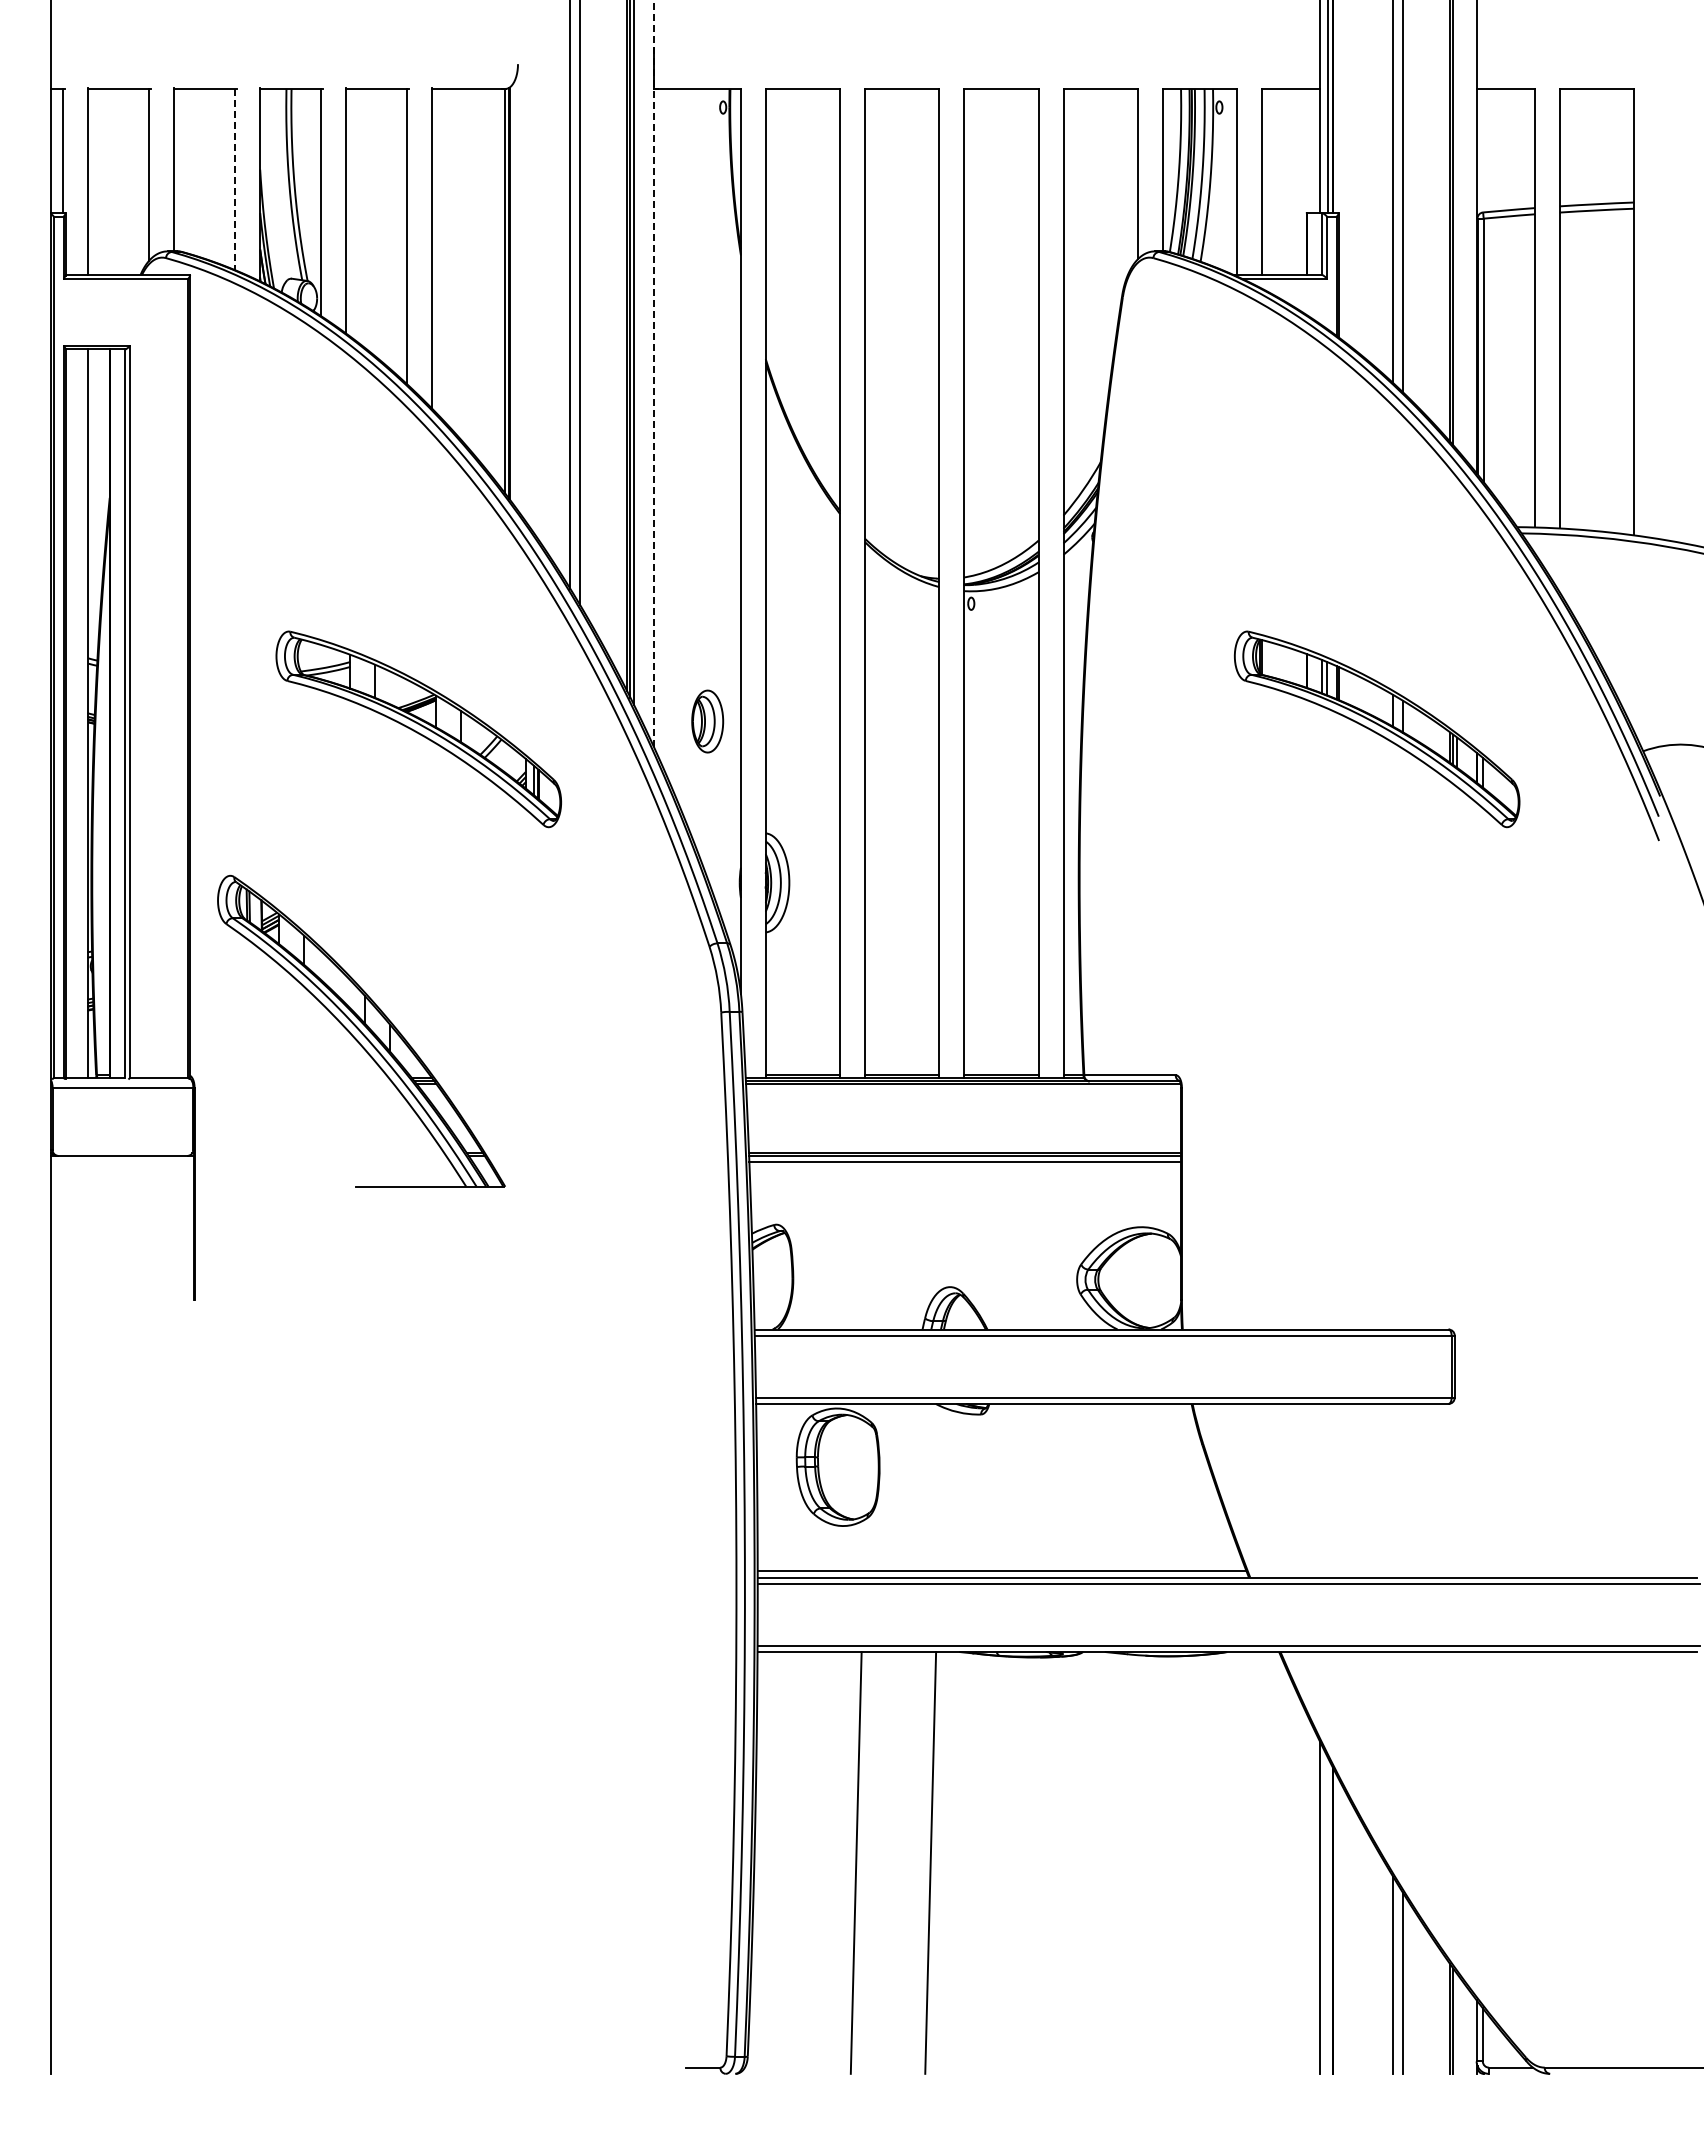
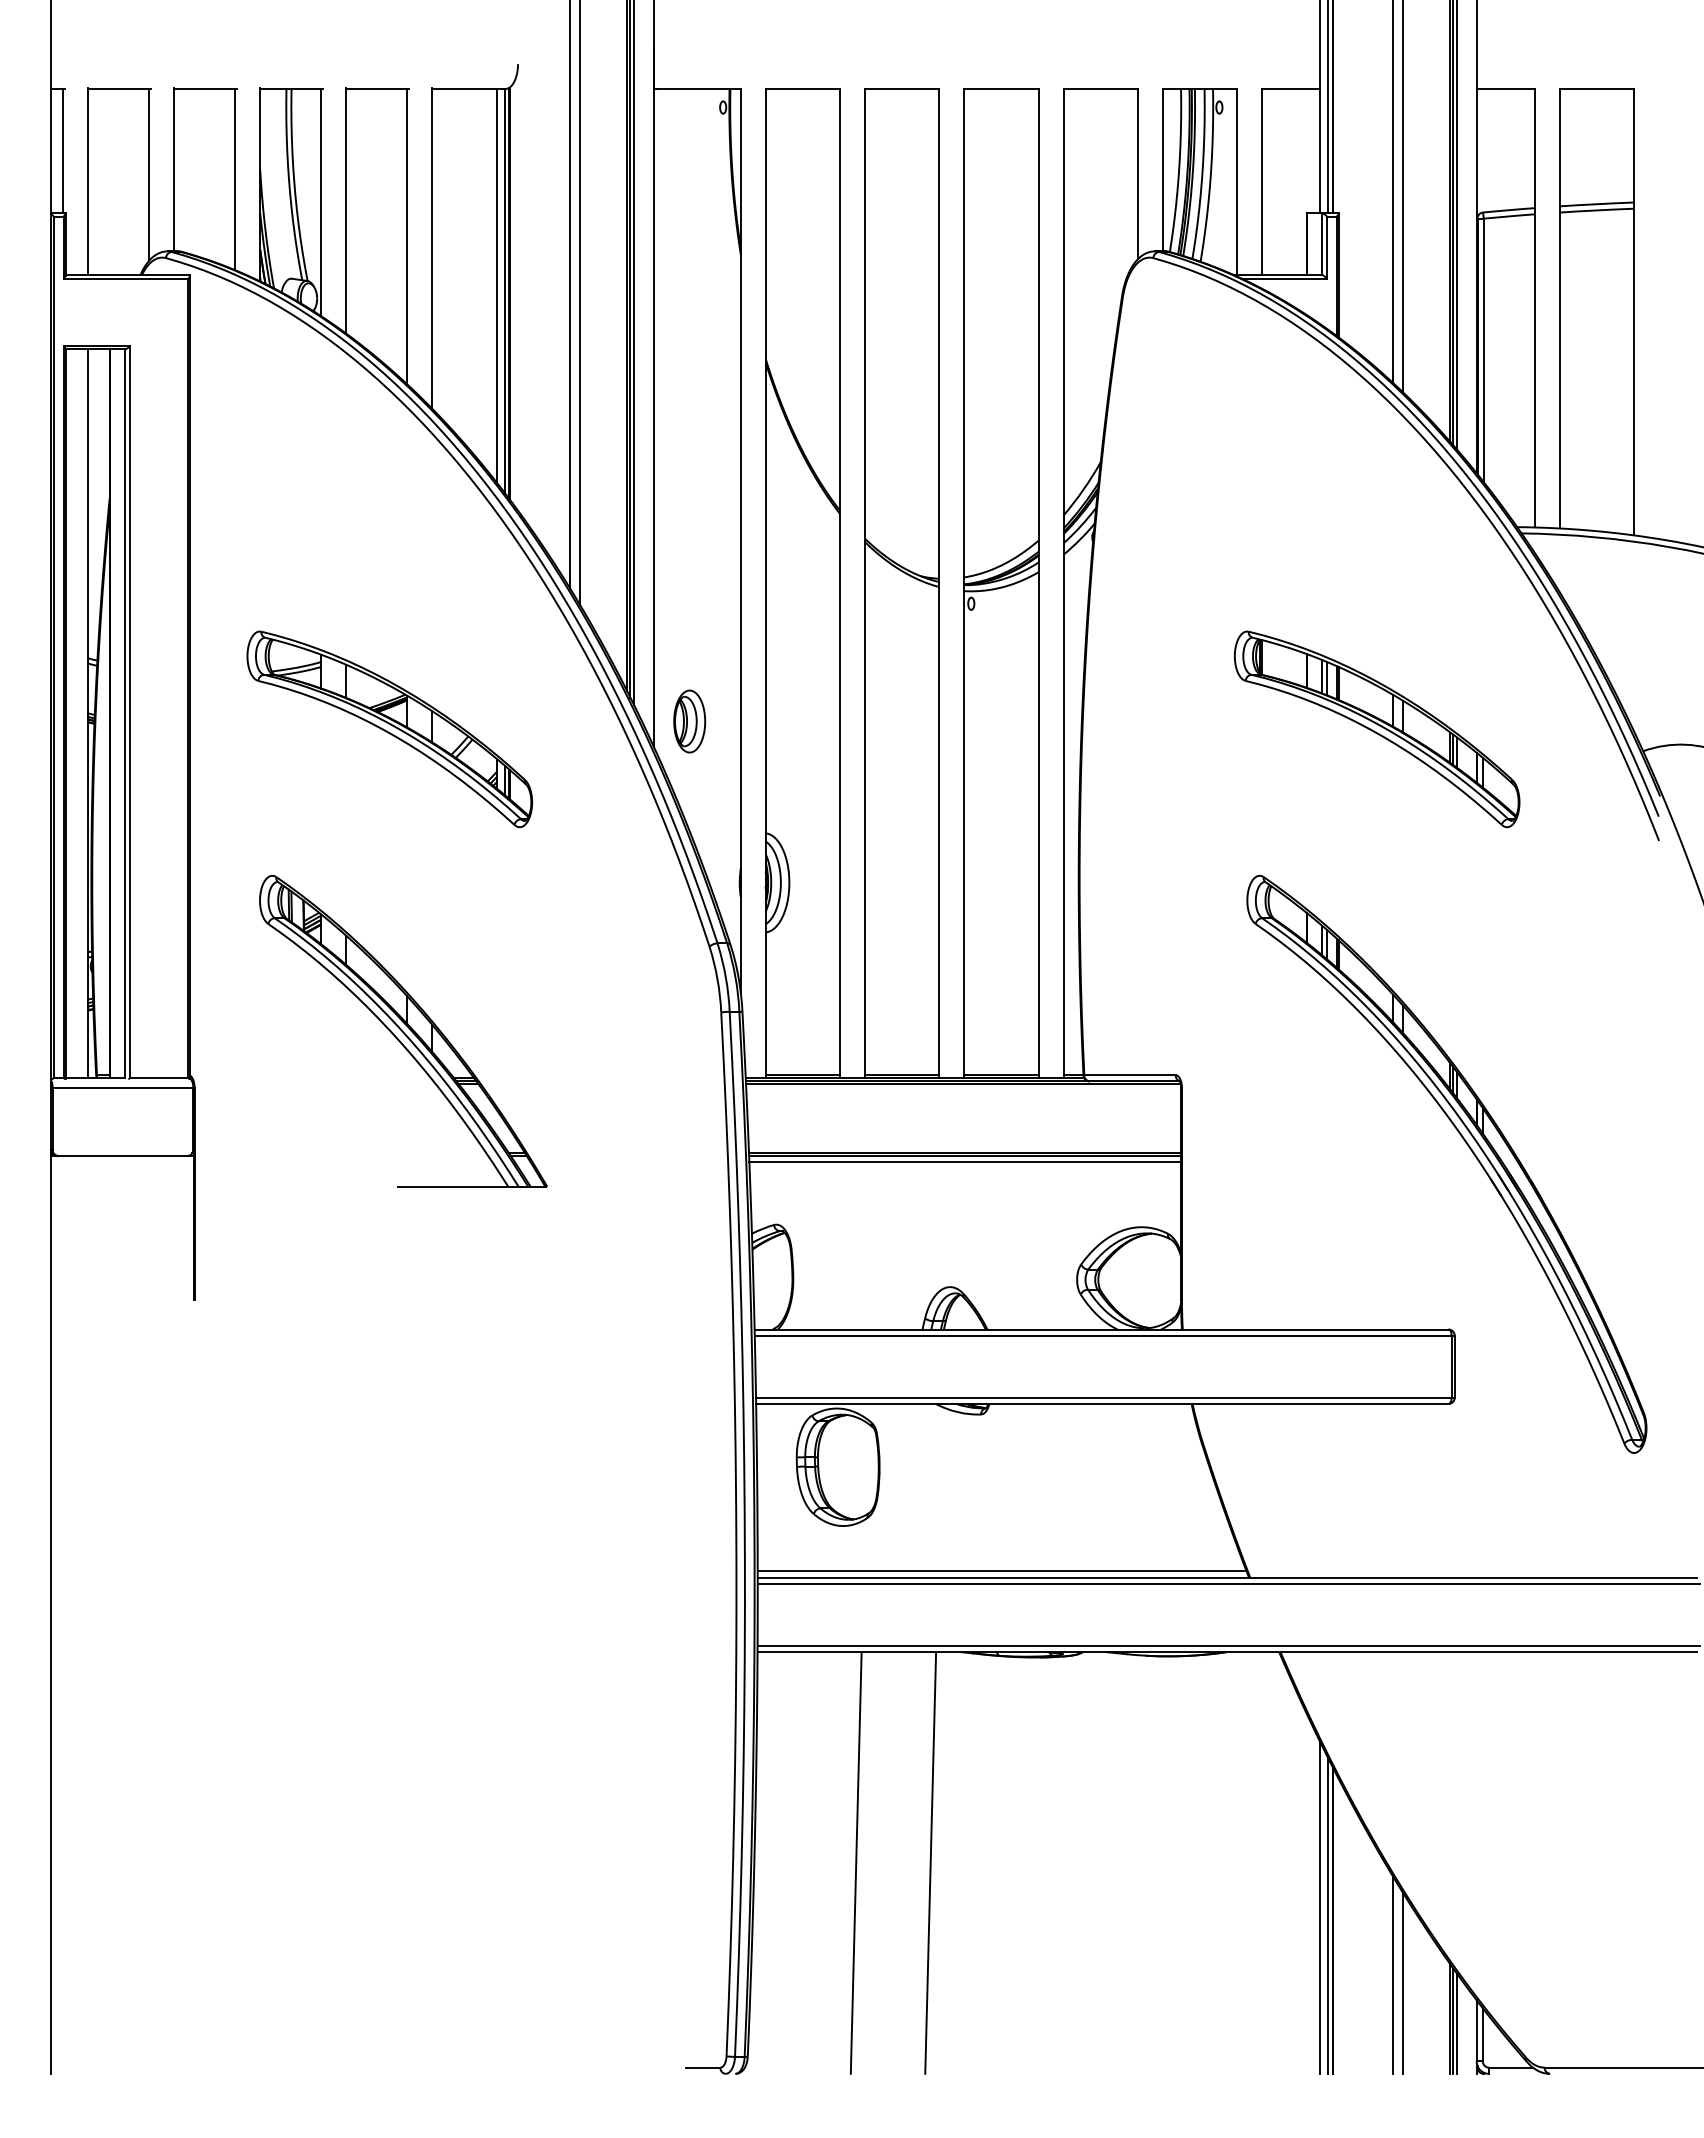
line at (235, 179): dashed -> solid
line at (1457, 226): none -> present
line at (496, 285): none -> present
line at (653, 373): dashed -> solid
part at (707, 721) position: (707, 721) -> (689, 721)
part at (418, 729) position: (418, 729) -> (389, 729)
part at (361, 1031) position: (361, 1031) -> (403, 1031)
part at (1470, 1150): none -> present
line at (1327, 1915): none -> present
line at (1457, 2023): none -> present
